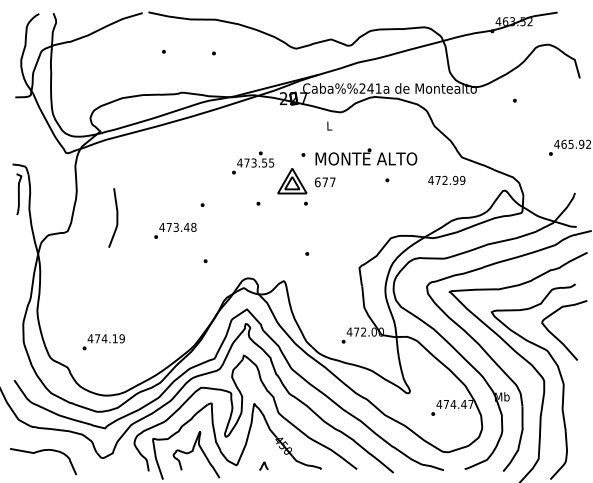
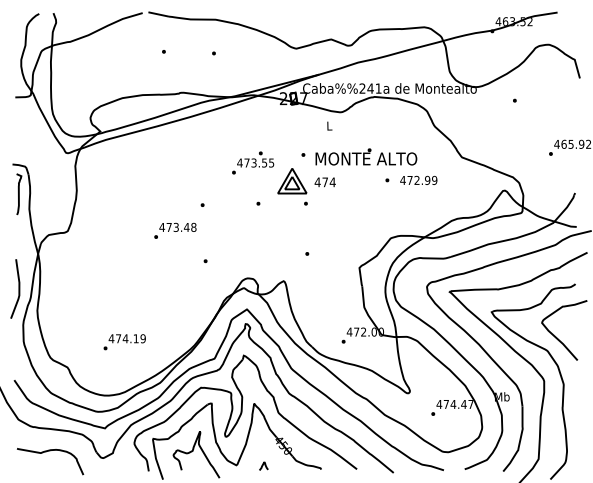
text at (446, 179) position: (446, 179) -> (418, 179)
text at (324, 182): 677 -> 474
line at (116, 217) position: (116, 217) -> (18, 288)
text at (103, 342) position: (103, 342) -> (124, 342)
curve at (39, 452) position: (39, 452) -> (46, 452)
